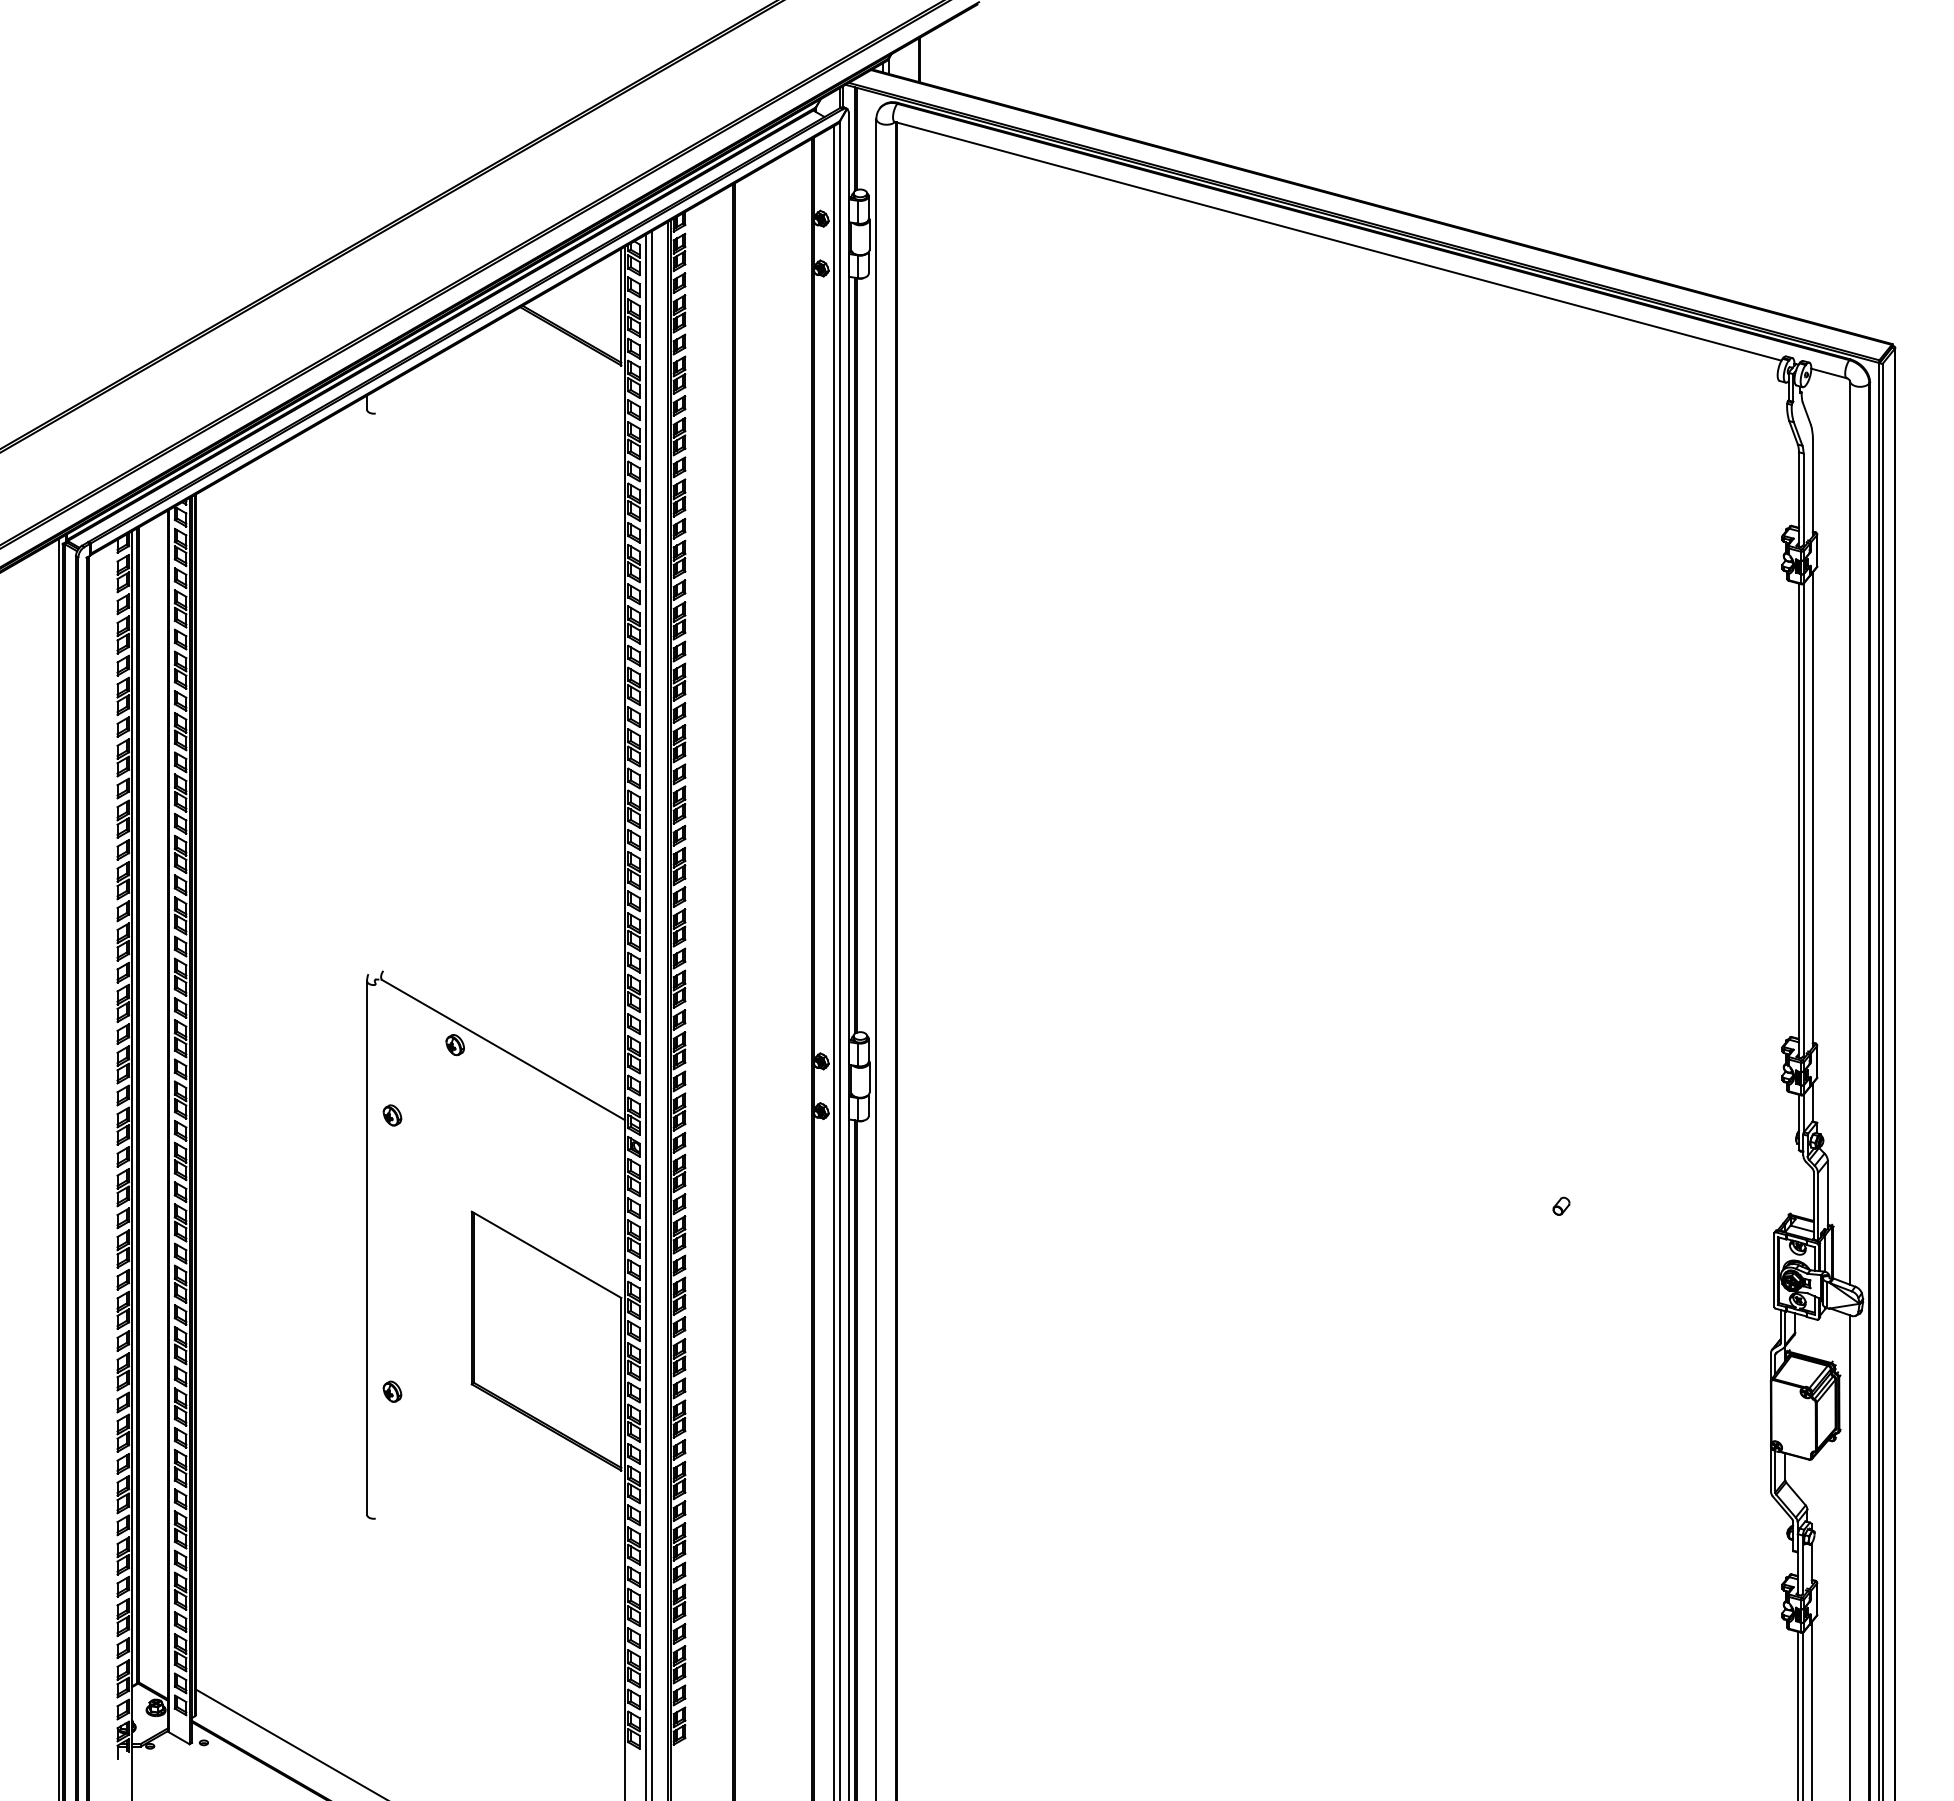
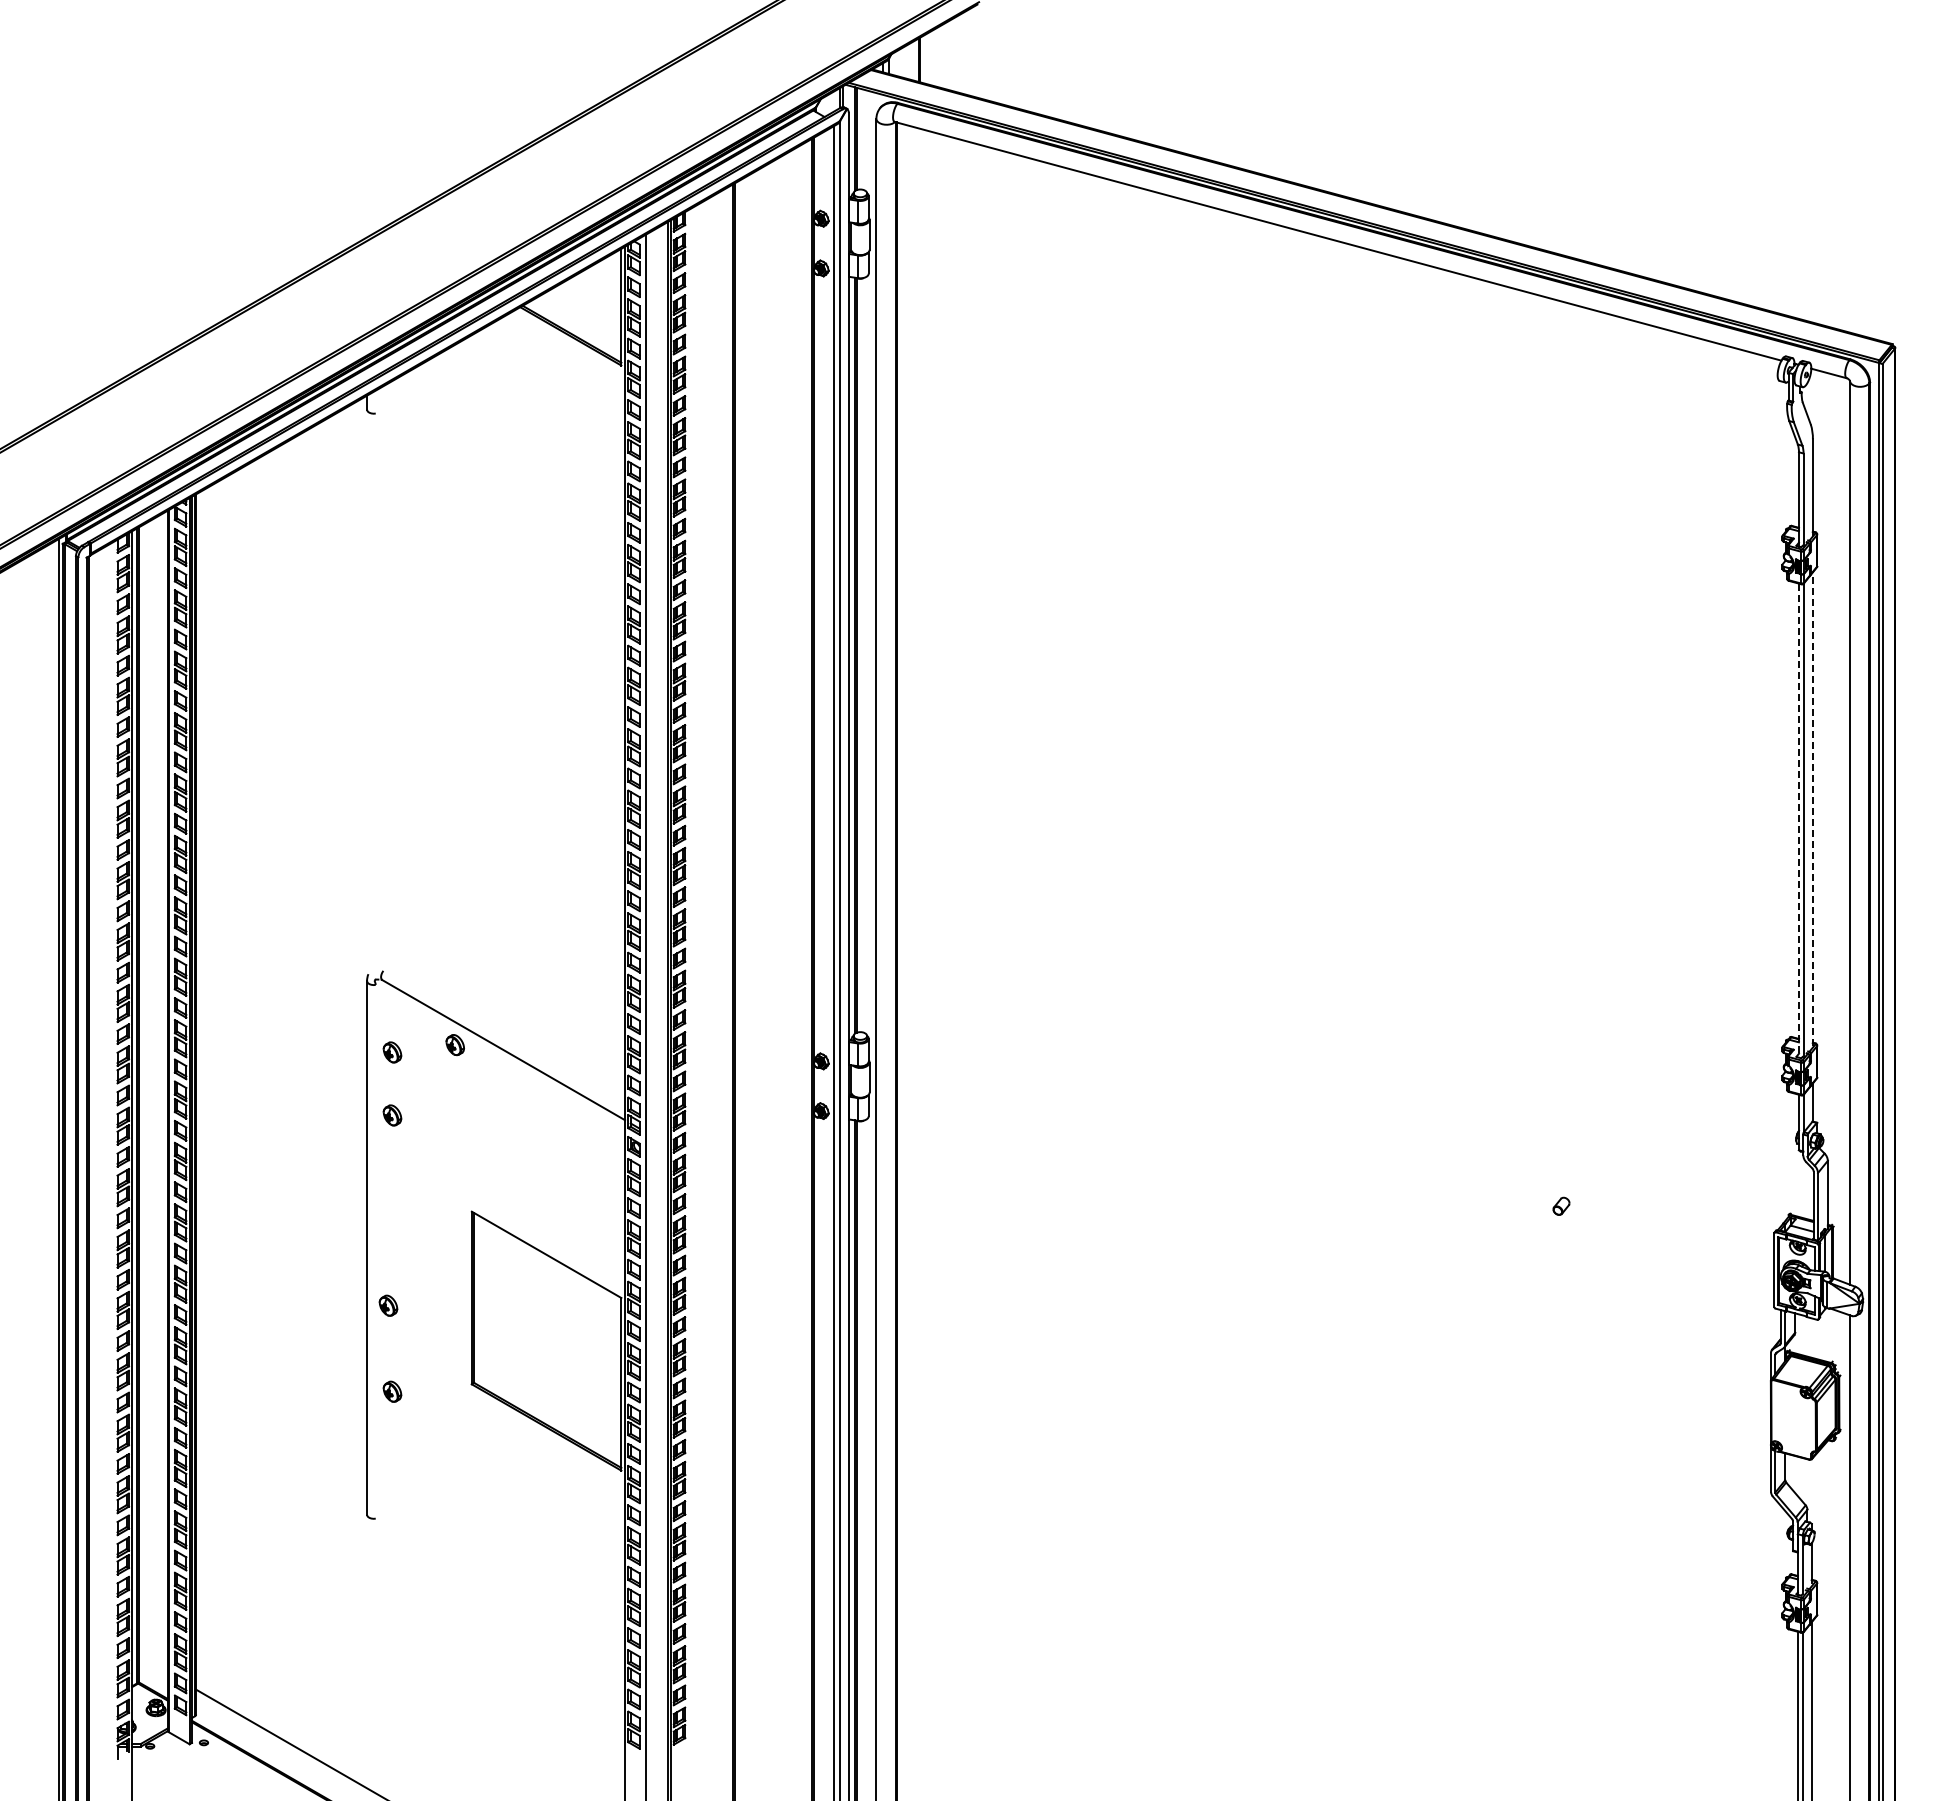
line at (1812, 809): solid -> dashed
line at (1798, 821): solid -> dashed
line at (652, 1014): present -> none
part at (392, 1052): none -> present
part at (388, 1305): none -> present
